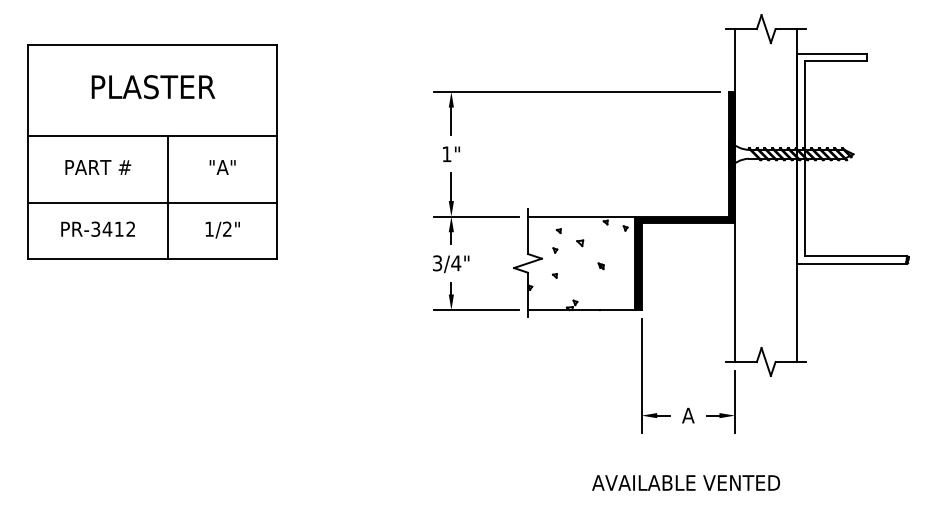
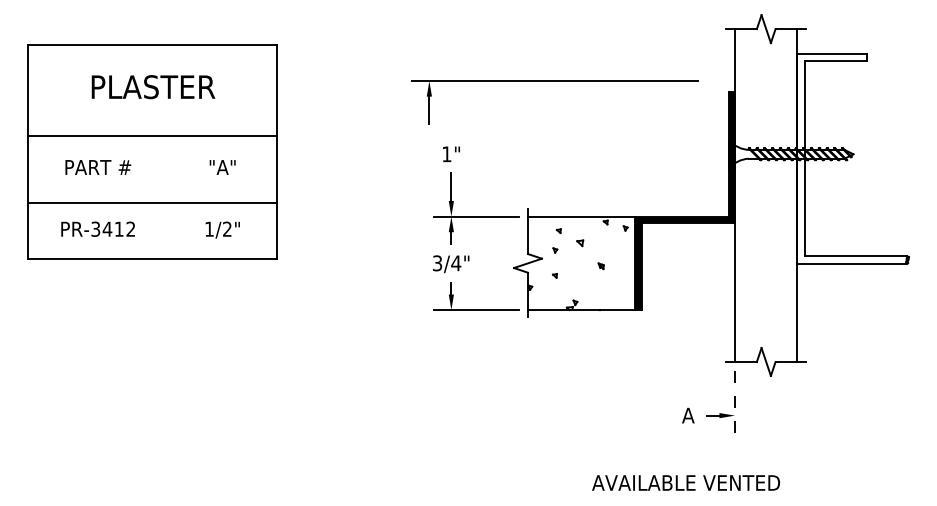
part at (576, 92) position: (576, 92) -> (554, 81)
line at (168, 197): present -> none
part at (642, 375): present -> none
line at (735, 402): solid -> dashed
